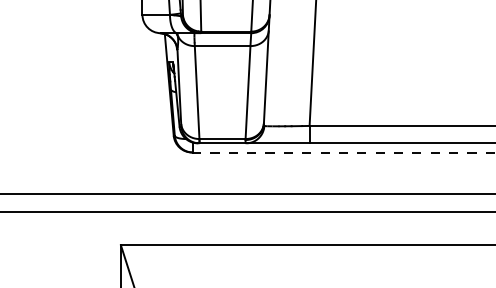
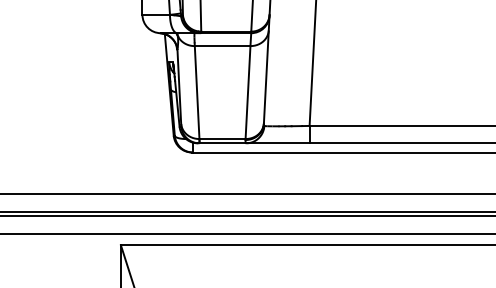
line at (344, 152): dashed -> solid
line at (247, 216): none -> present
line at (247, 234): none -> present
